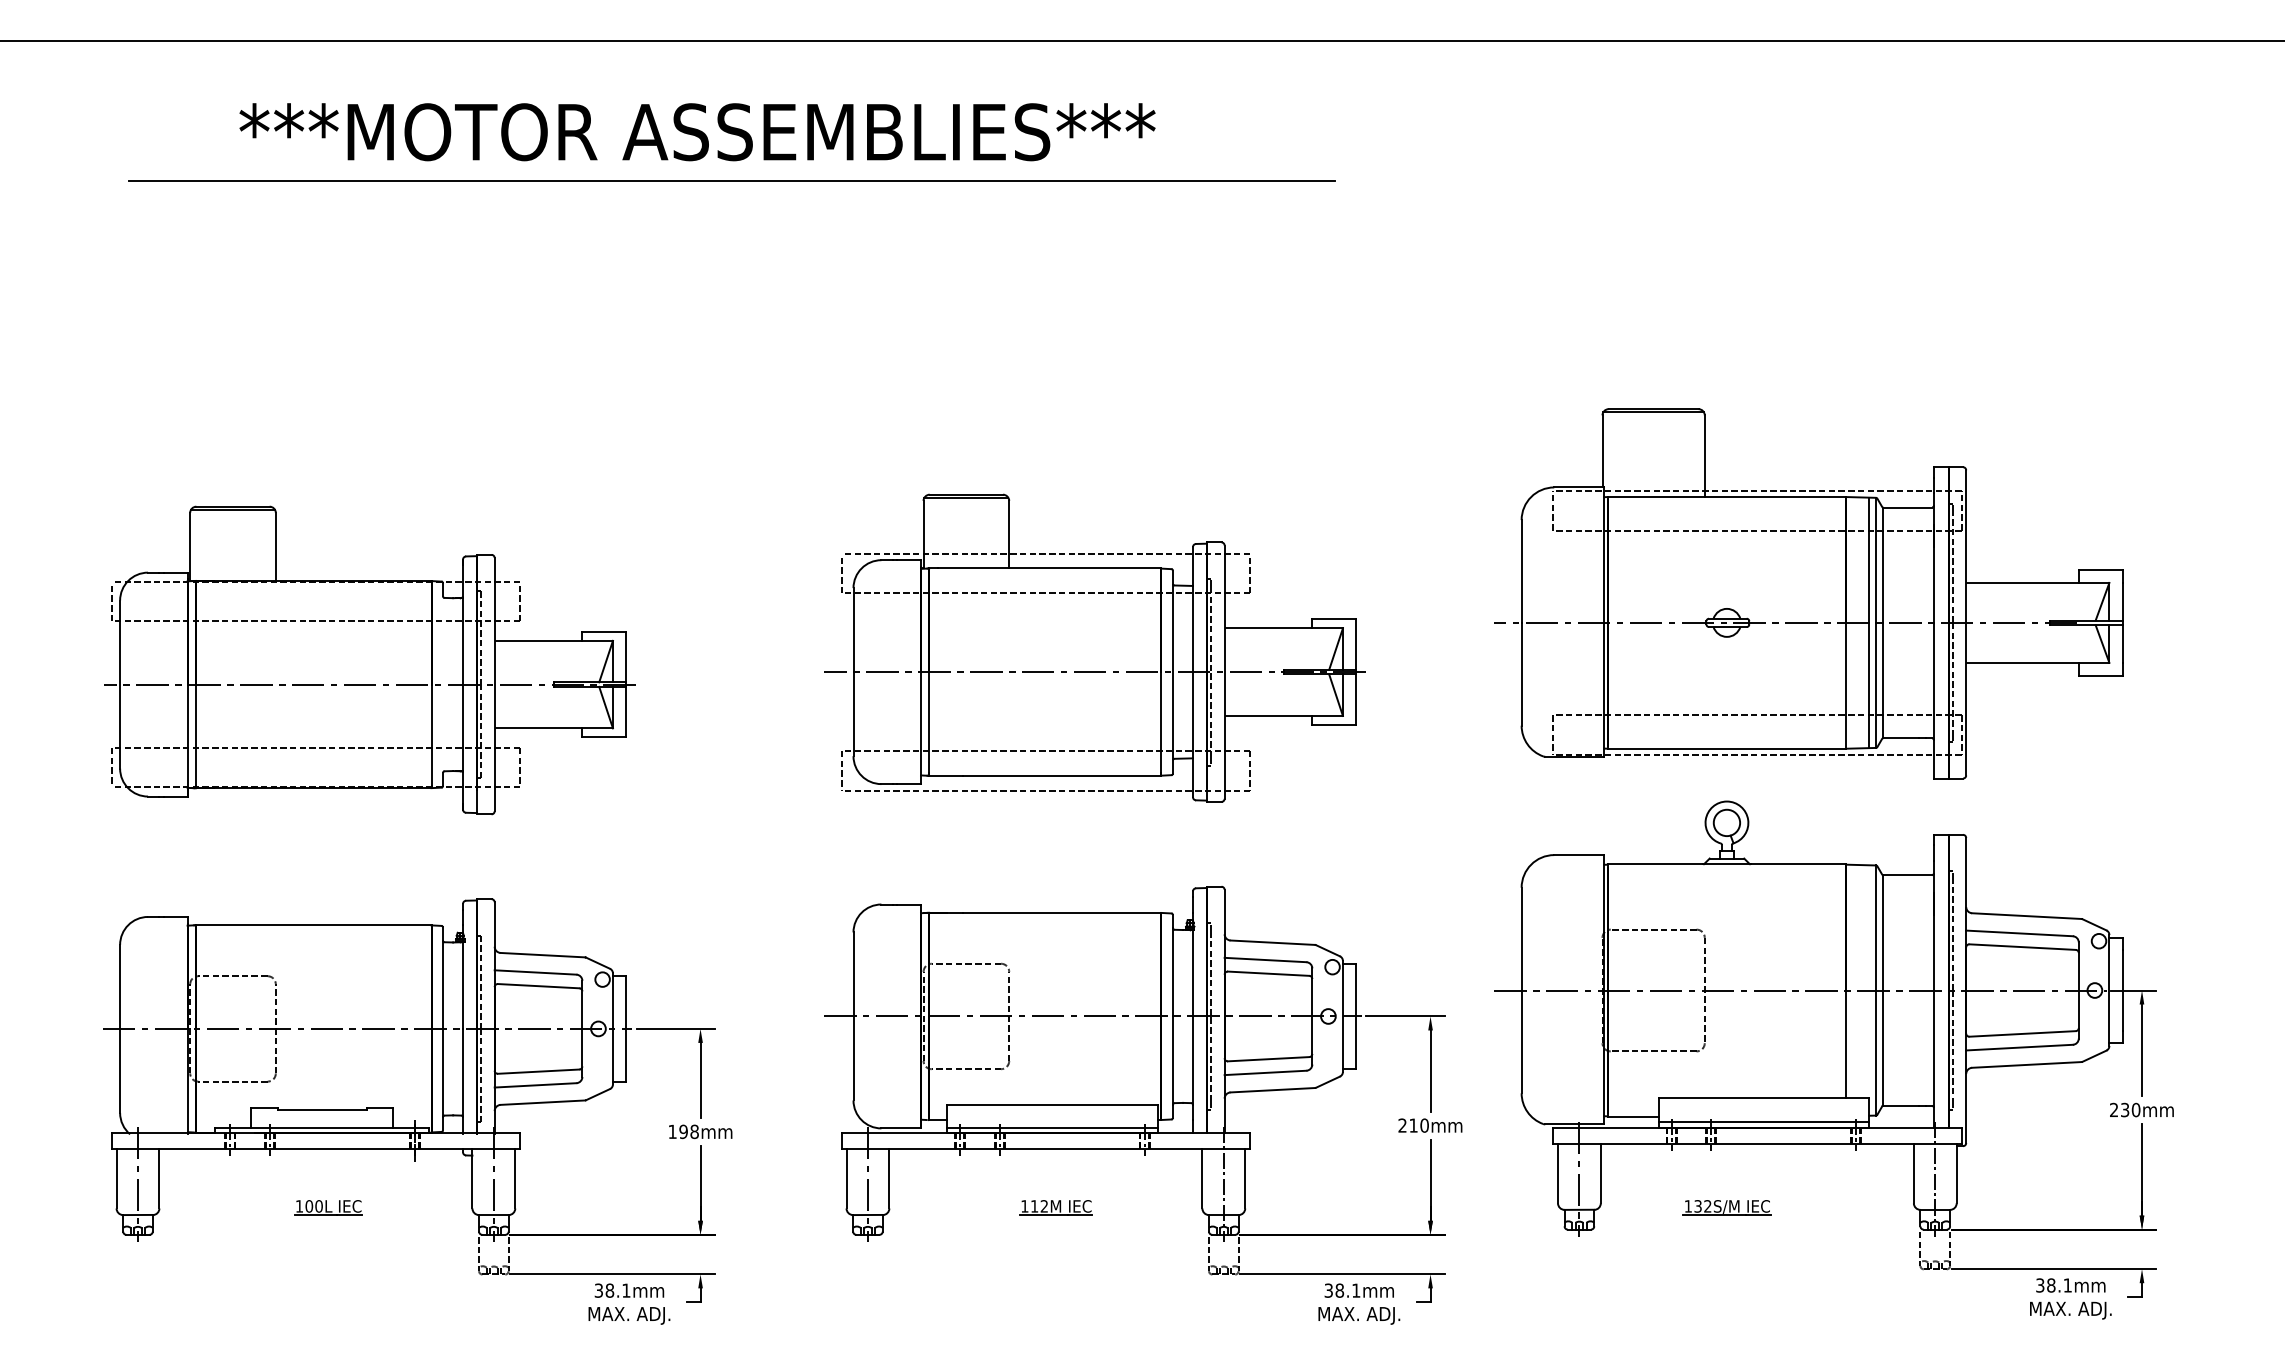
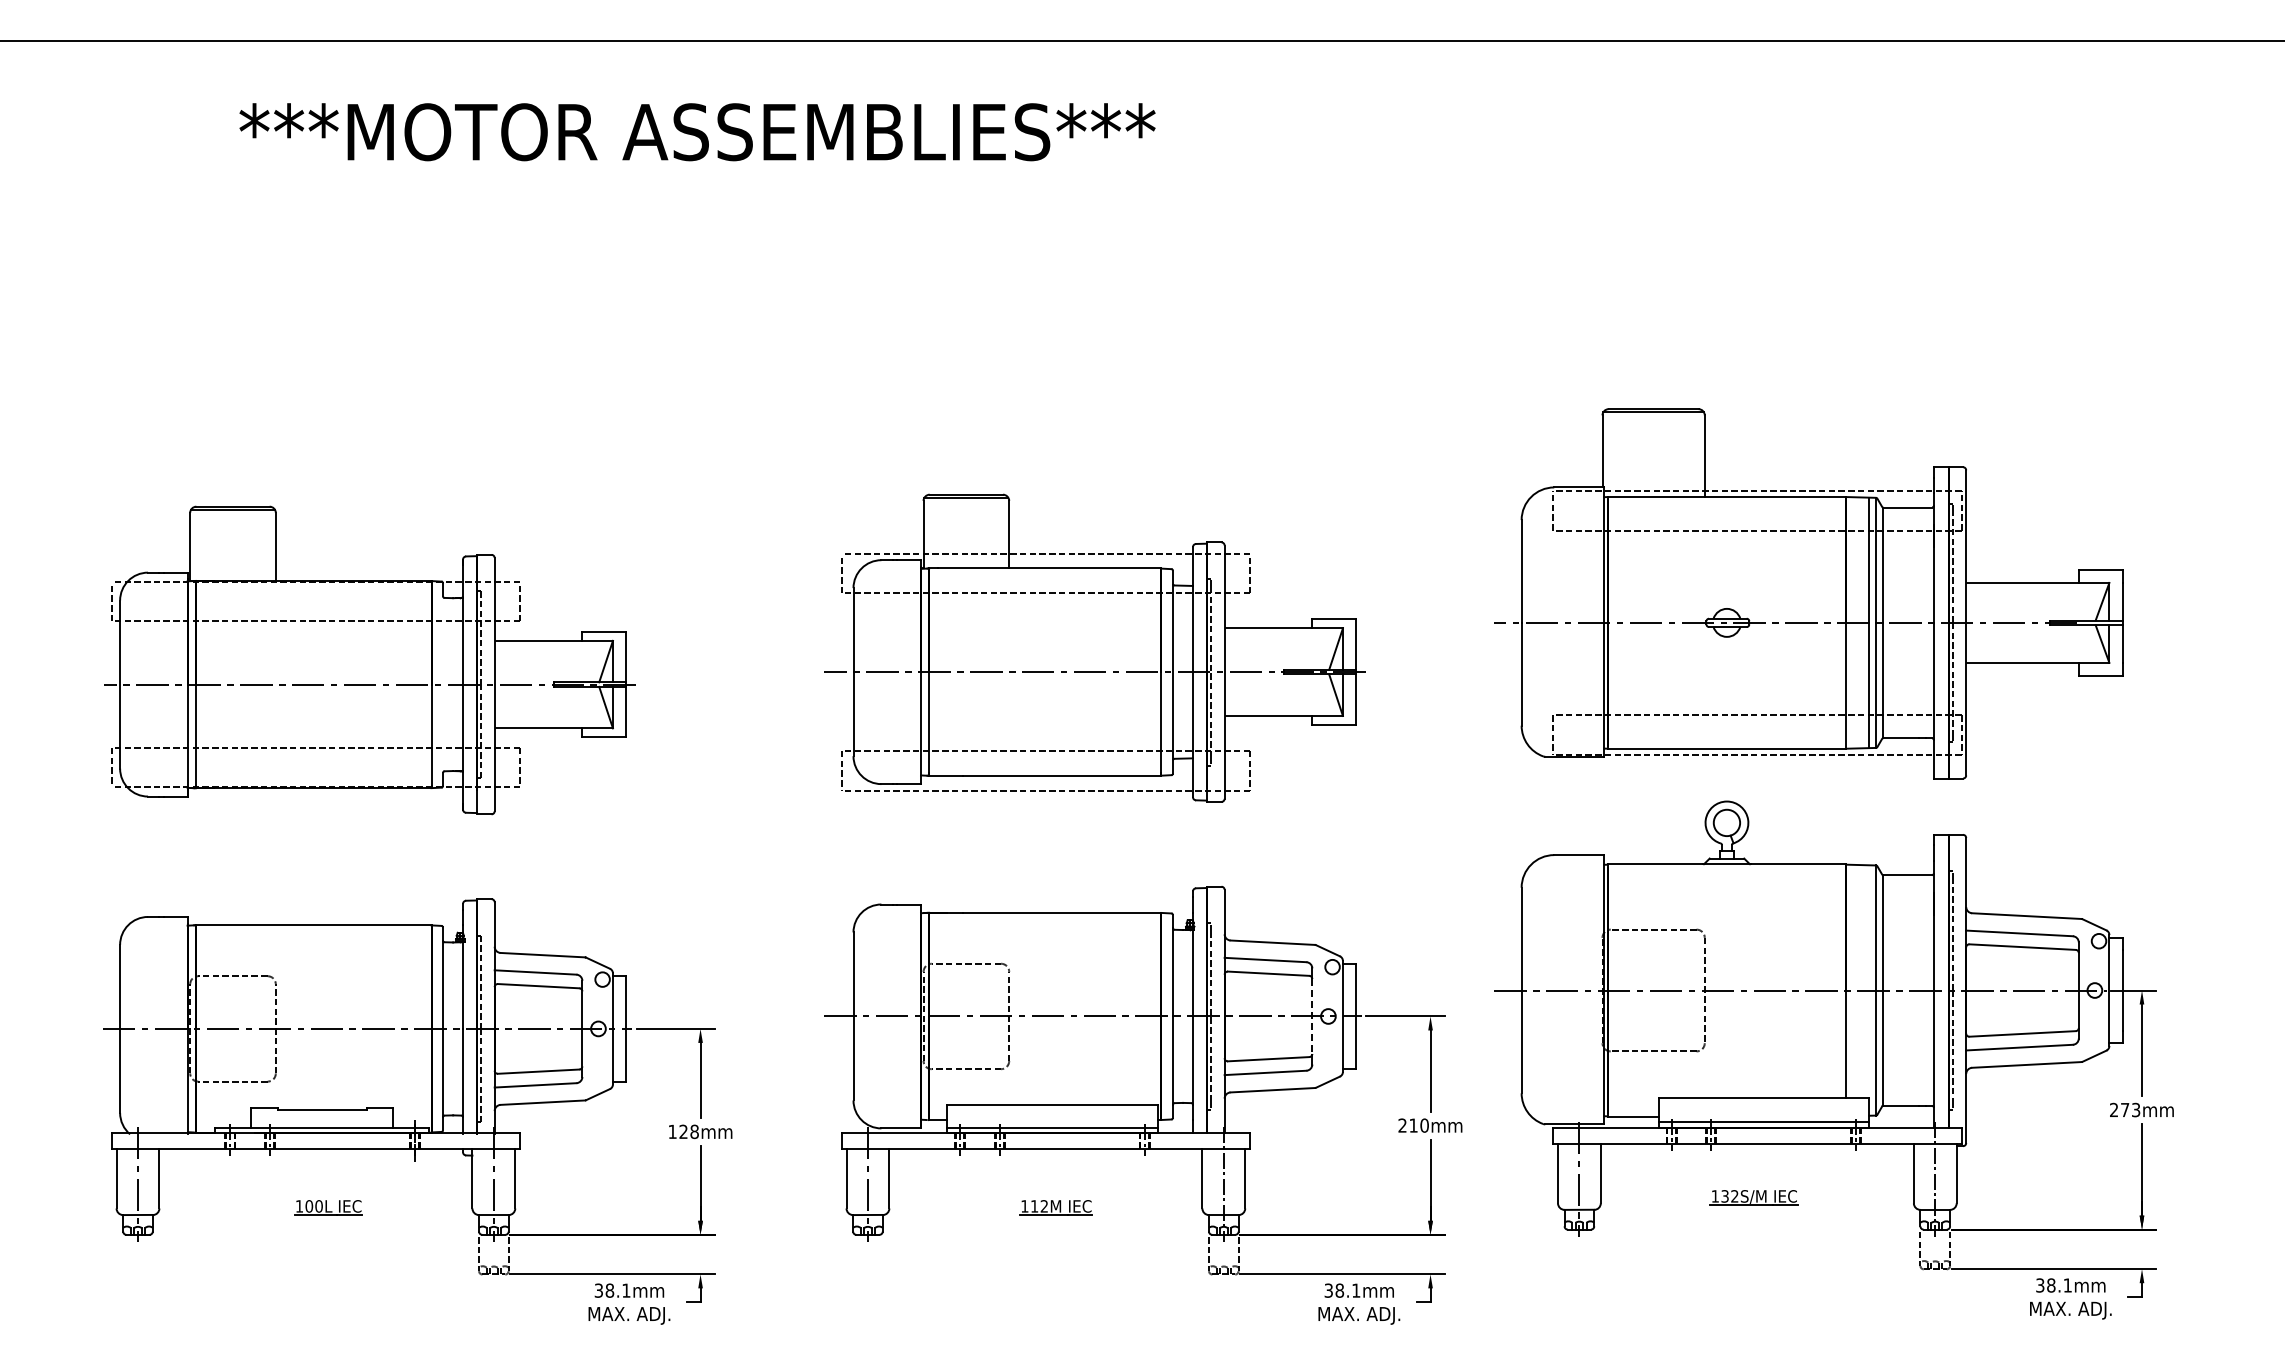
line at (731, 180): present -> none
line at (1312, 1017): solid -> dashed
text at (2130, 1109): 230mm -> 273mm
text at (683, 1131): 198mm -> 128mm
part at (1726, 1207) position: (1726, 1207) -> (1753, 1197)
